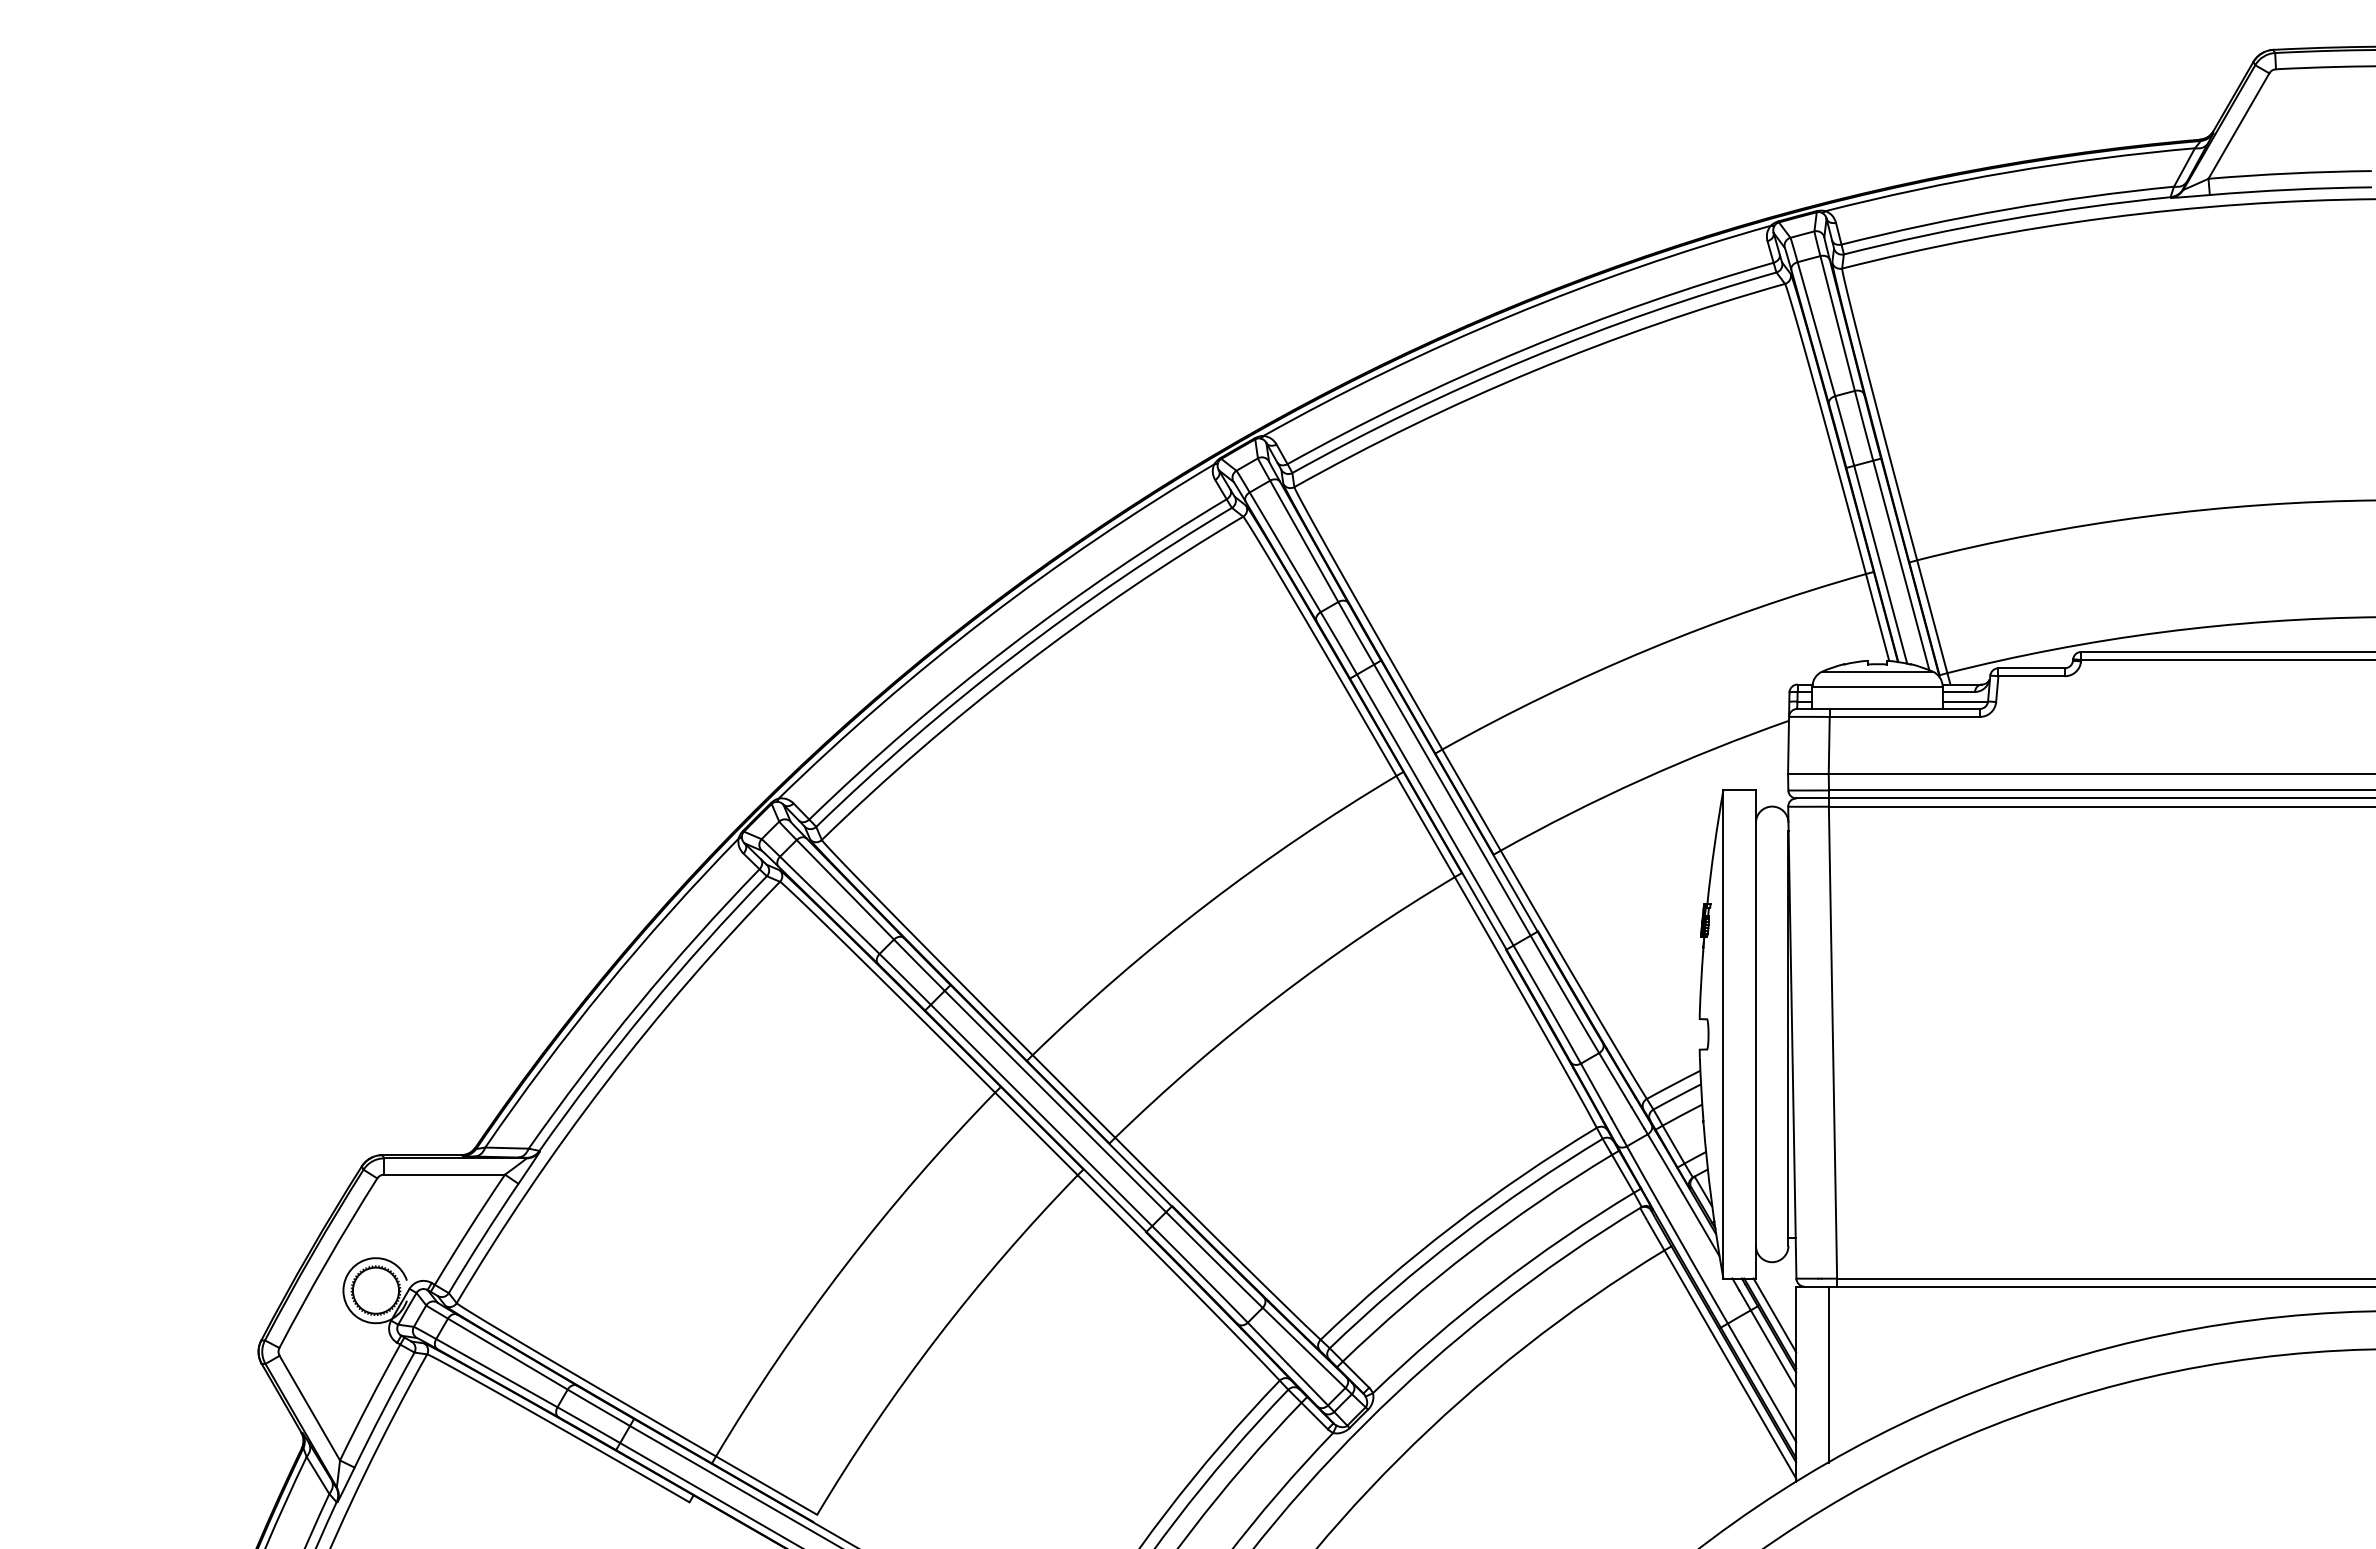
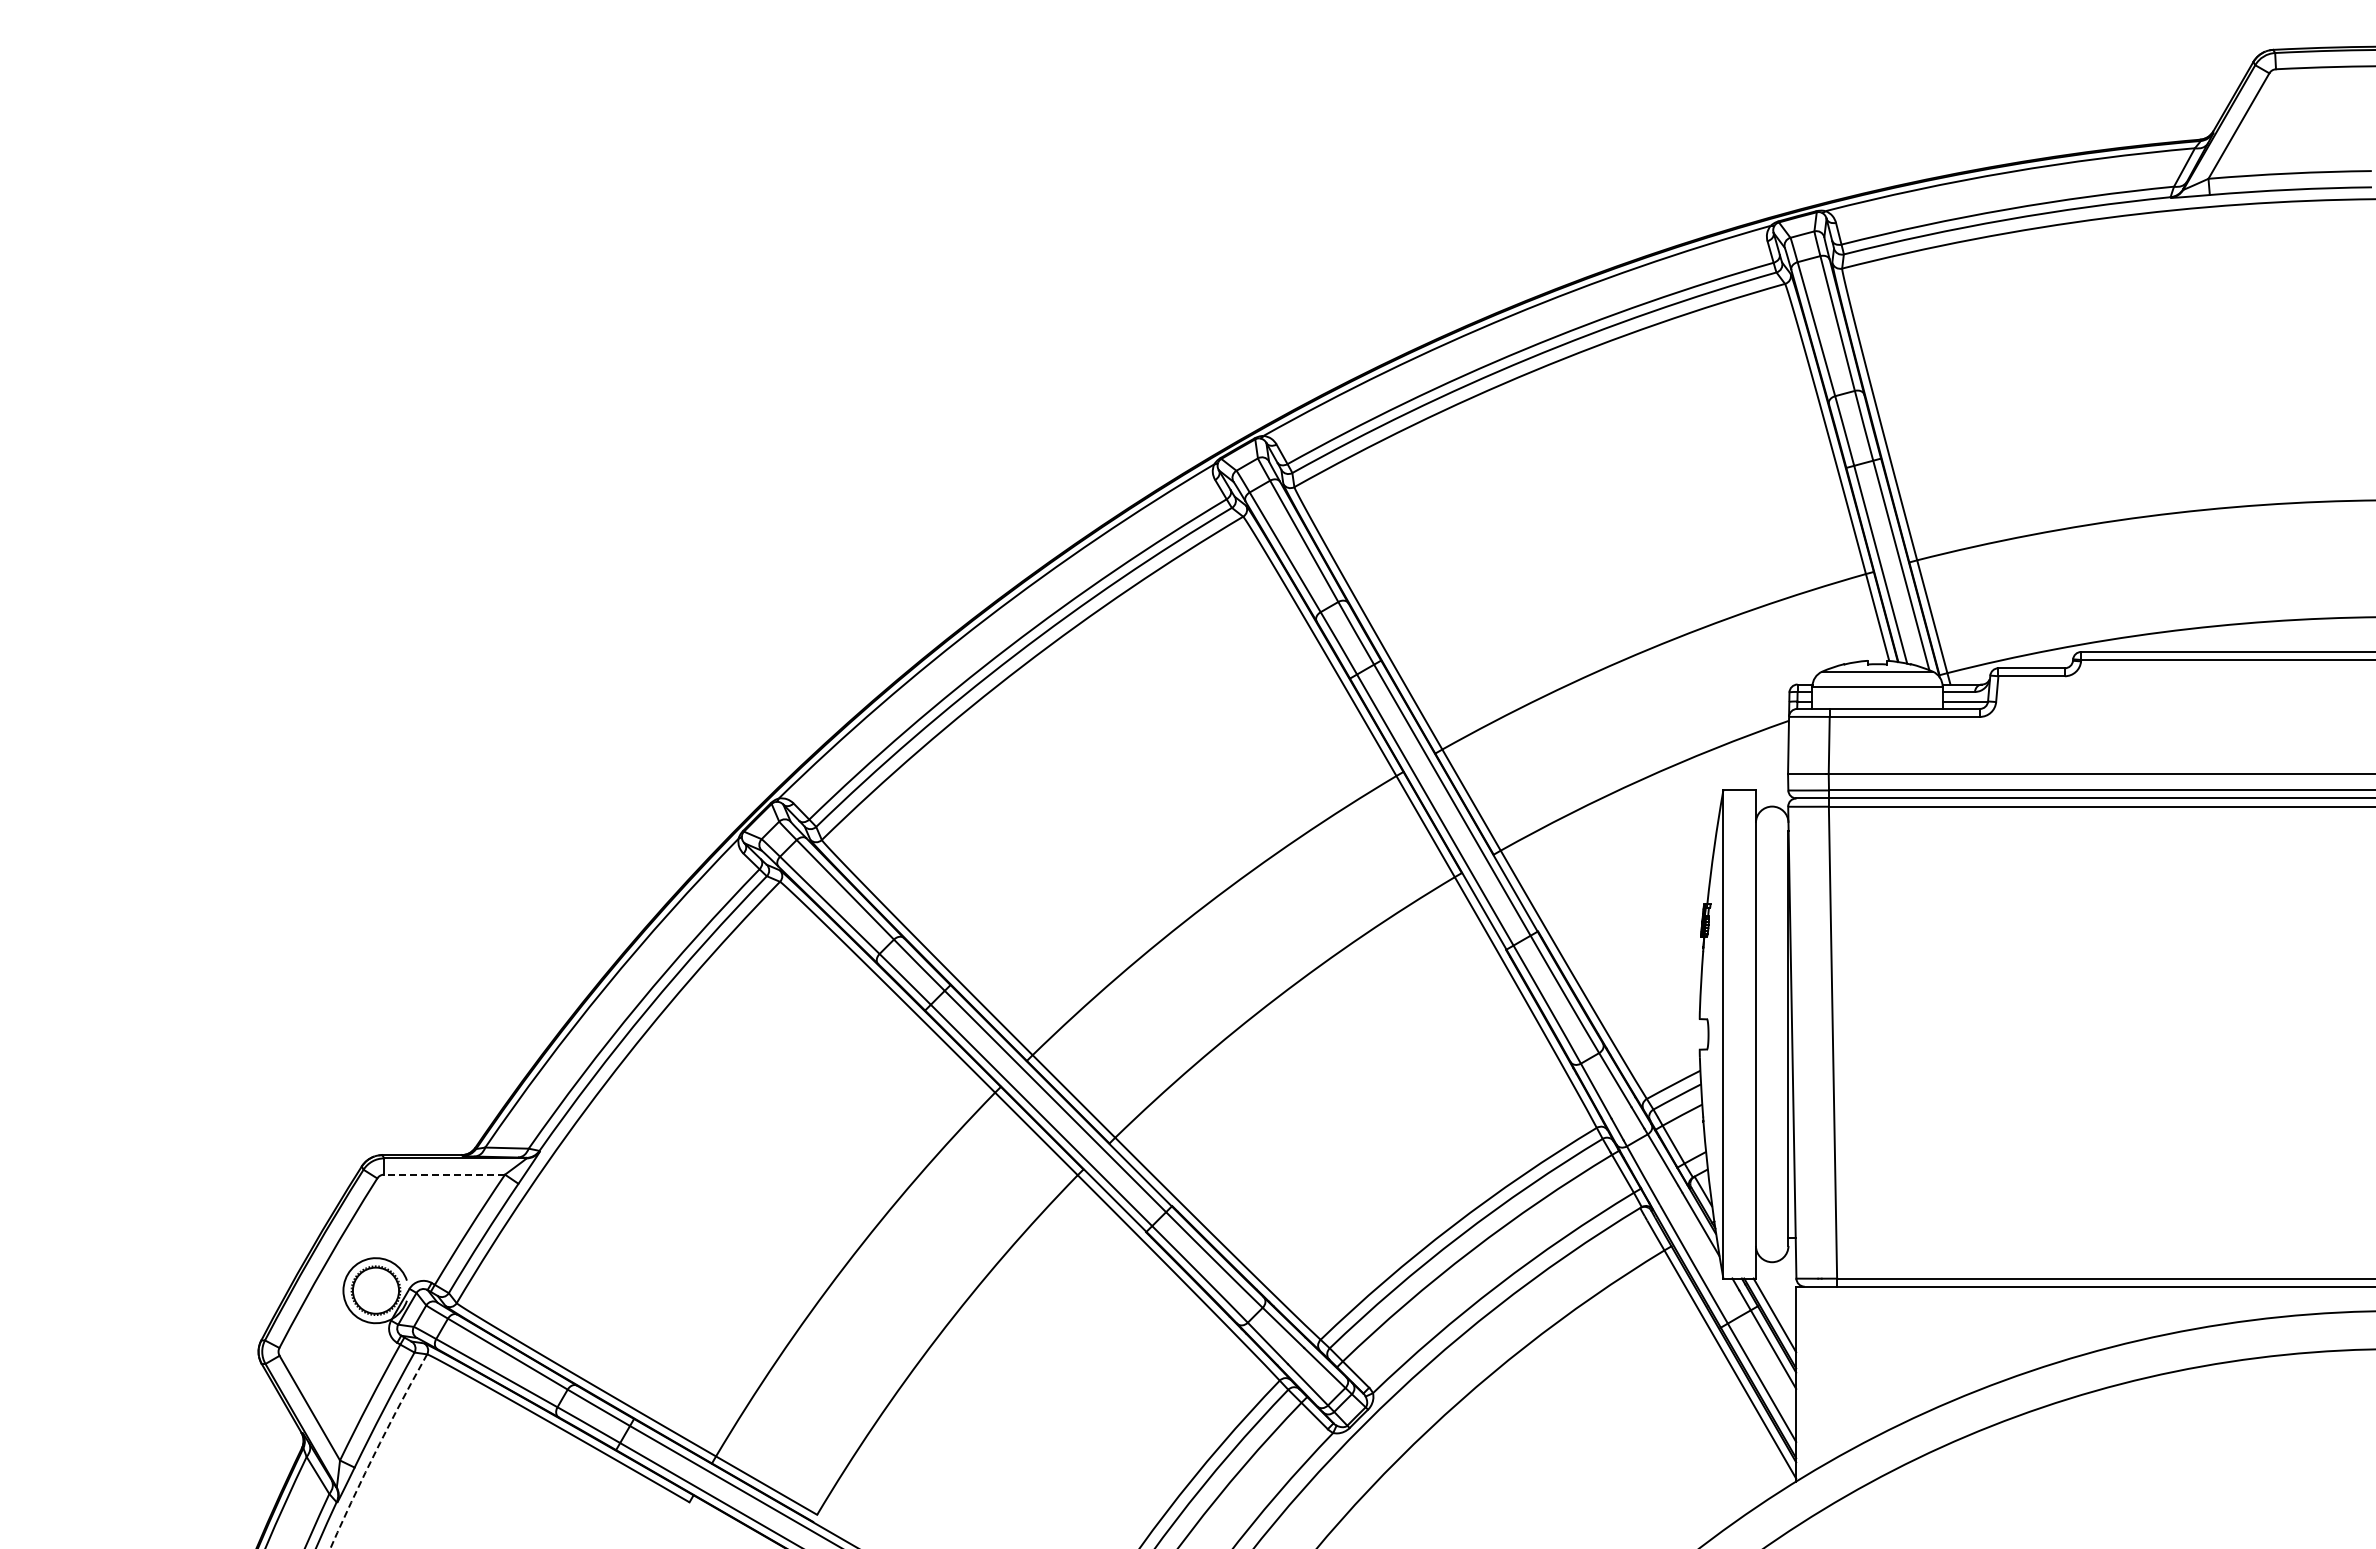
line at (444, 1174): solid -> dashed
line at (1828, 1374): present -> none
arc at (376, 1450): solid -> dashed
